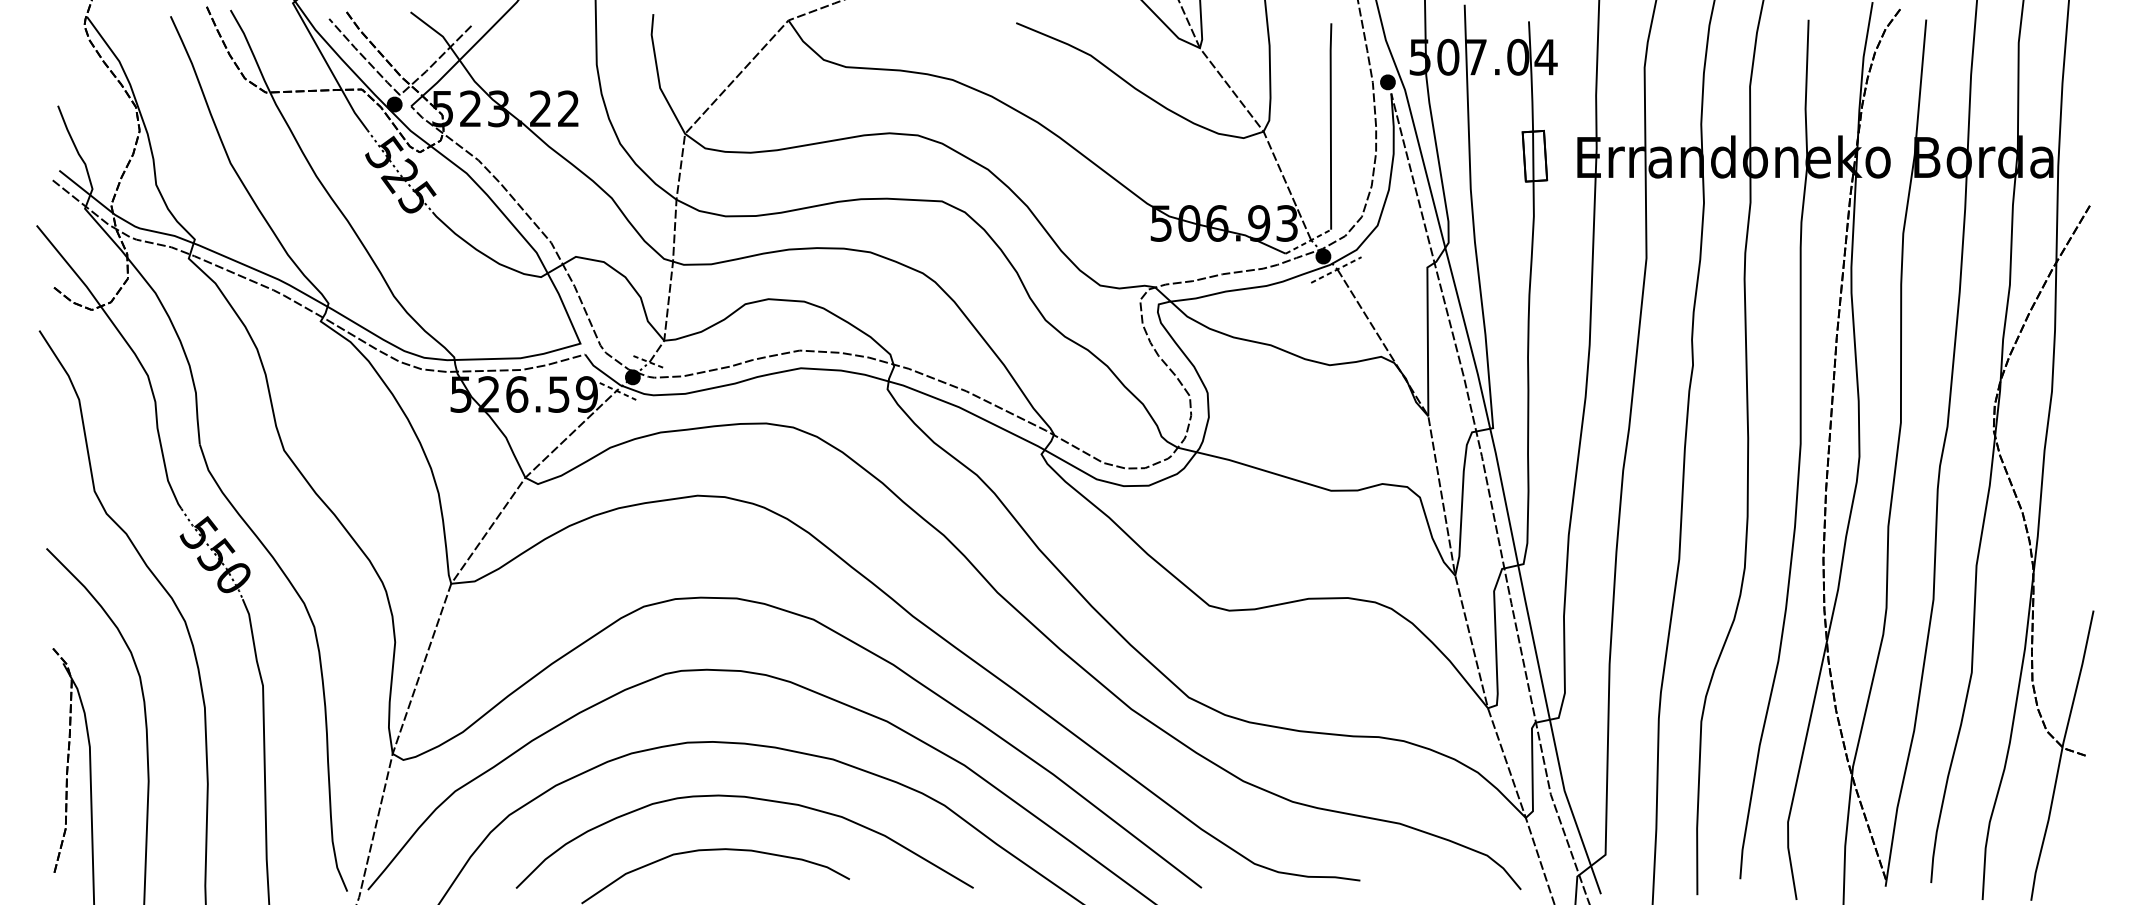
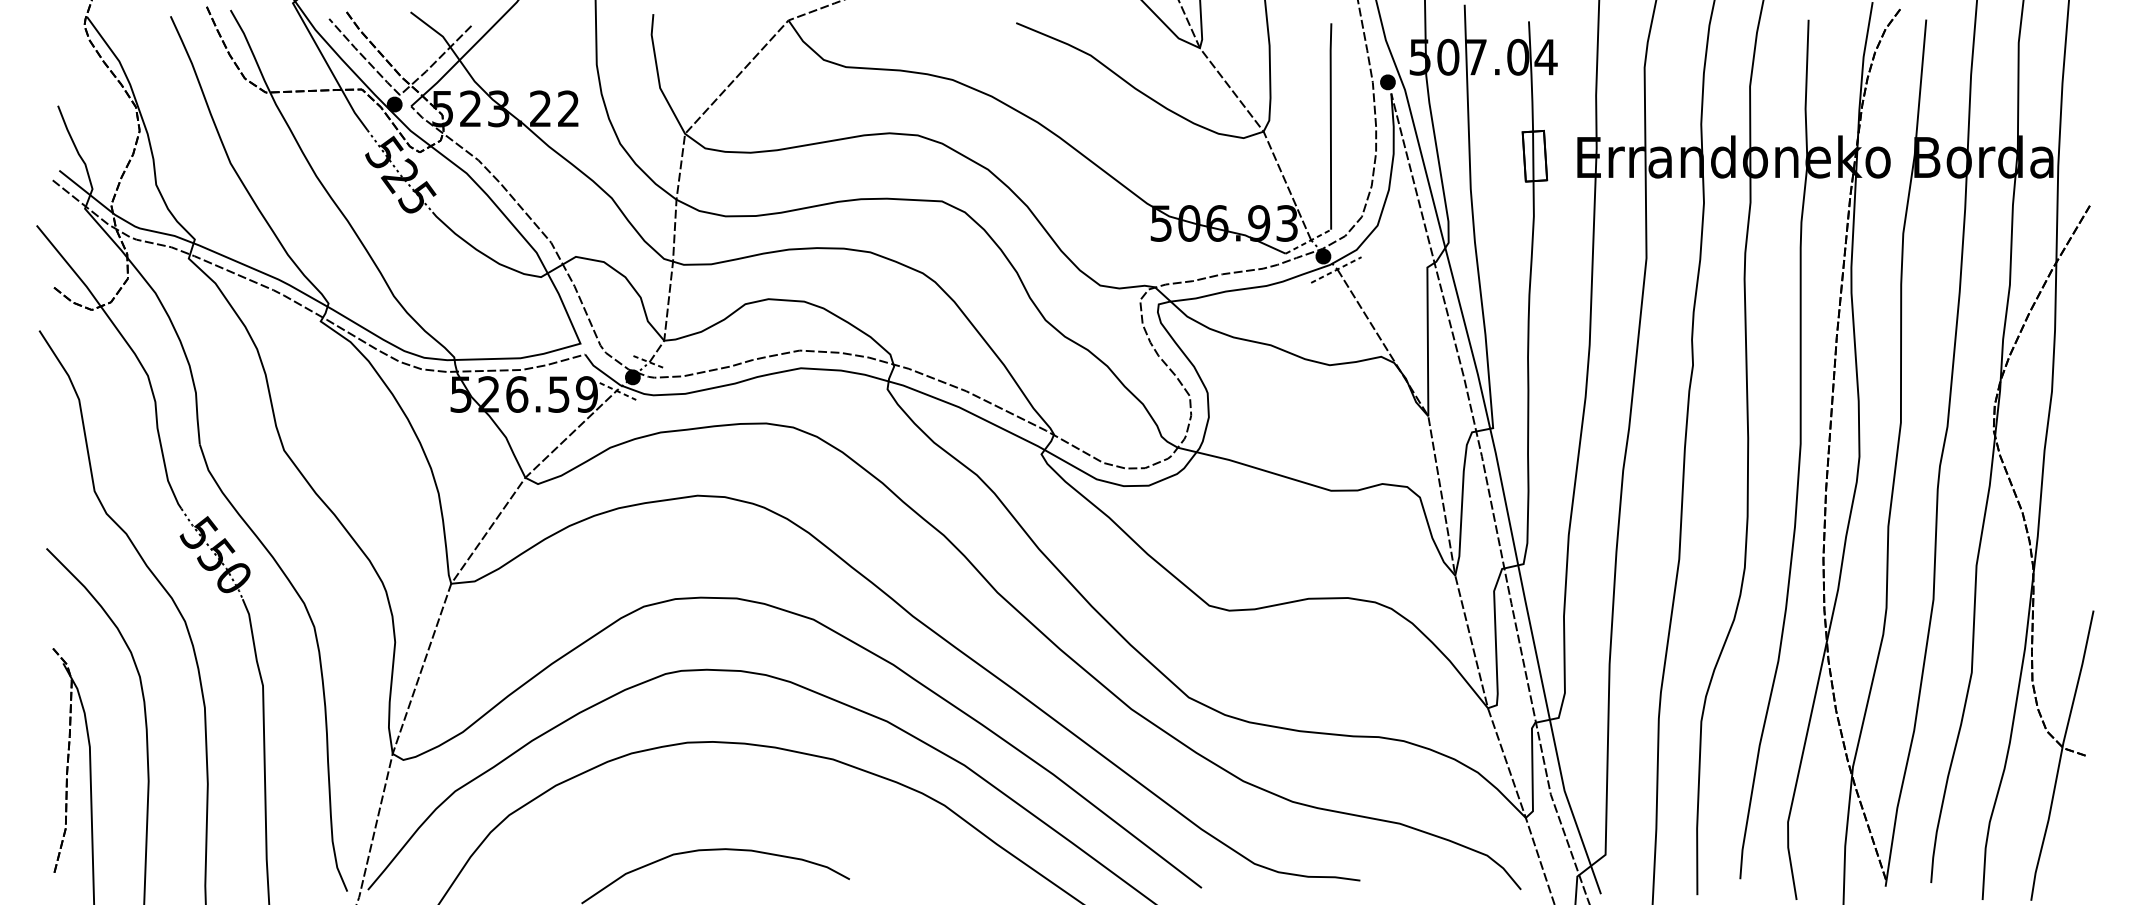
curve at (747, 798): present -> none
